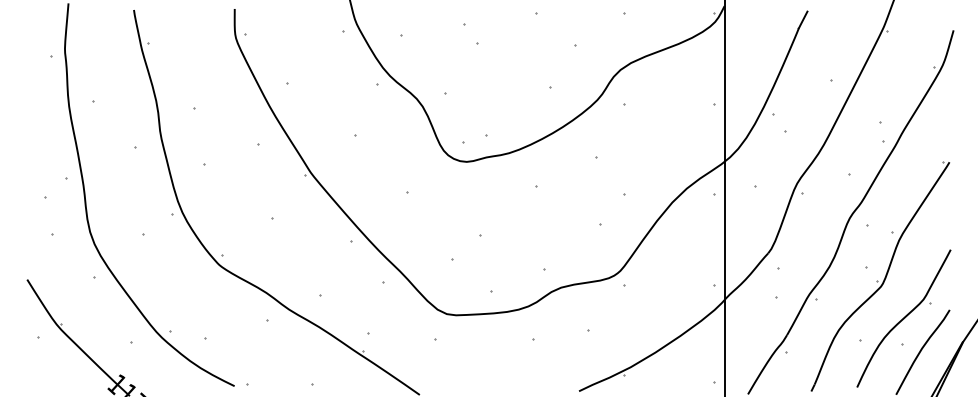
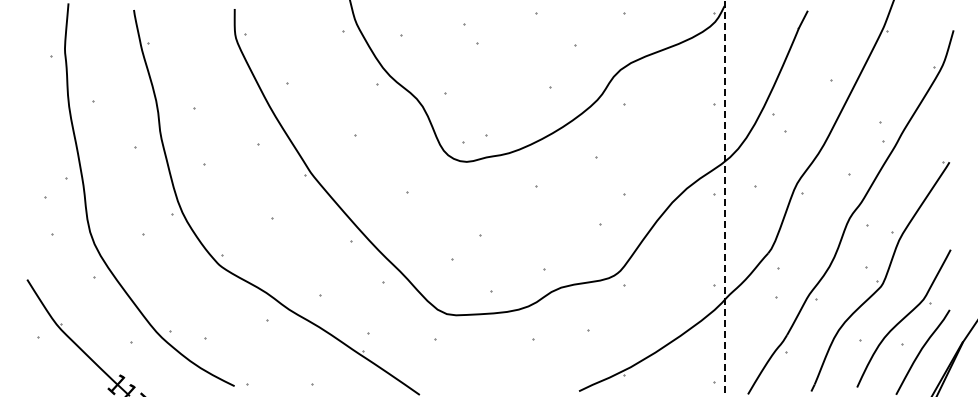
line at (725, 199): solid -> dashed
